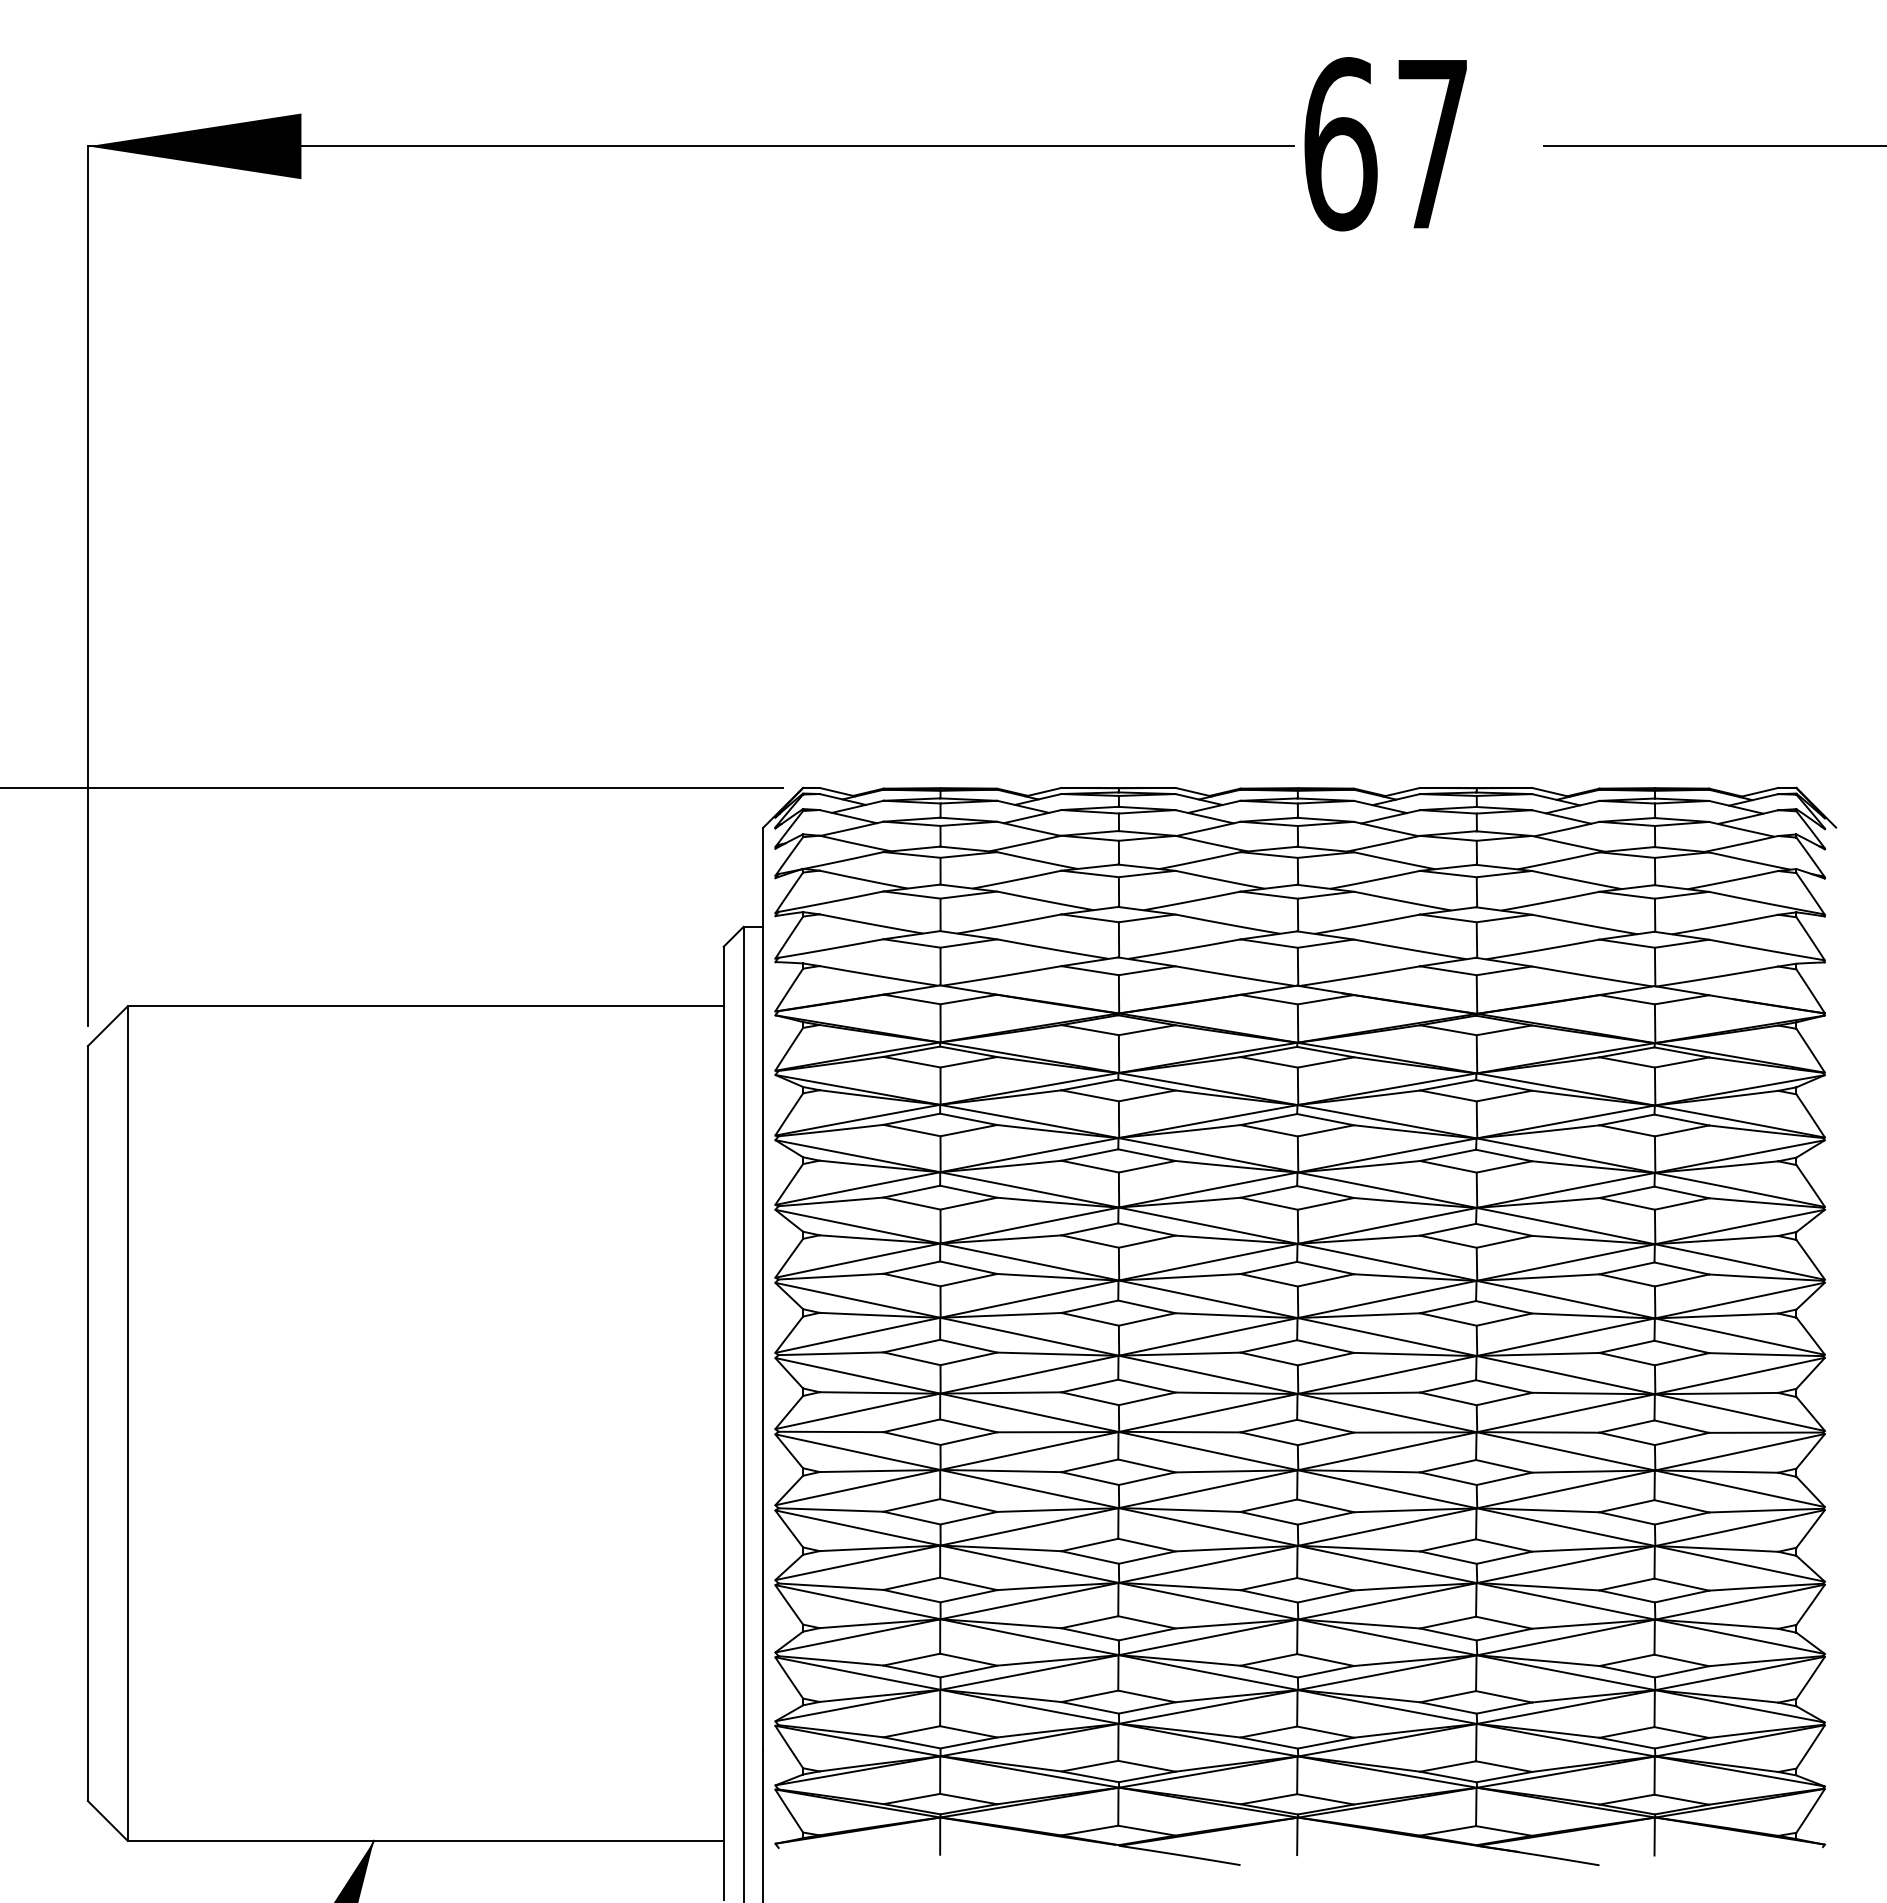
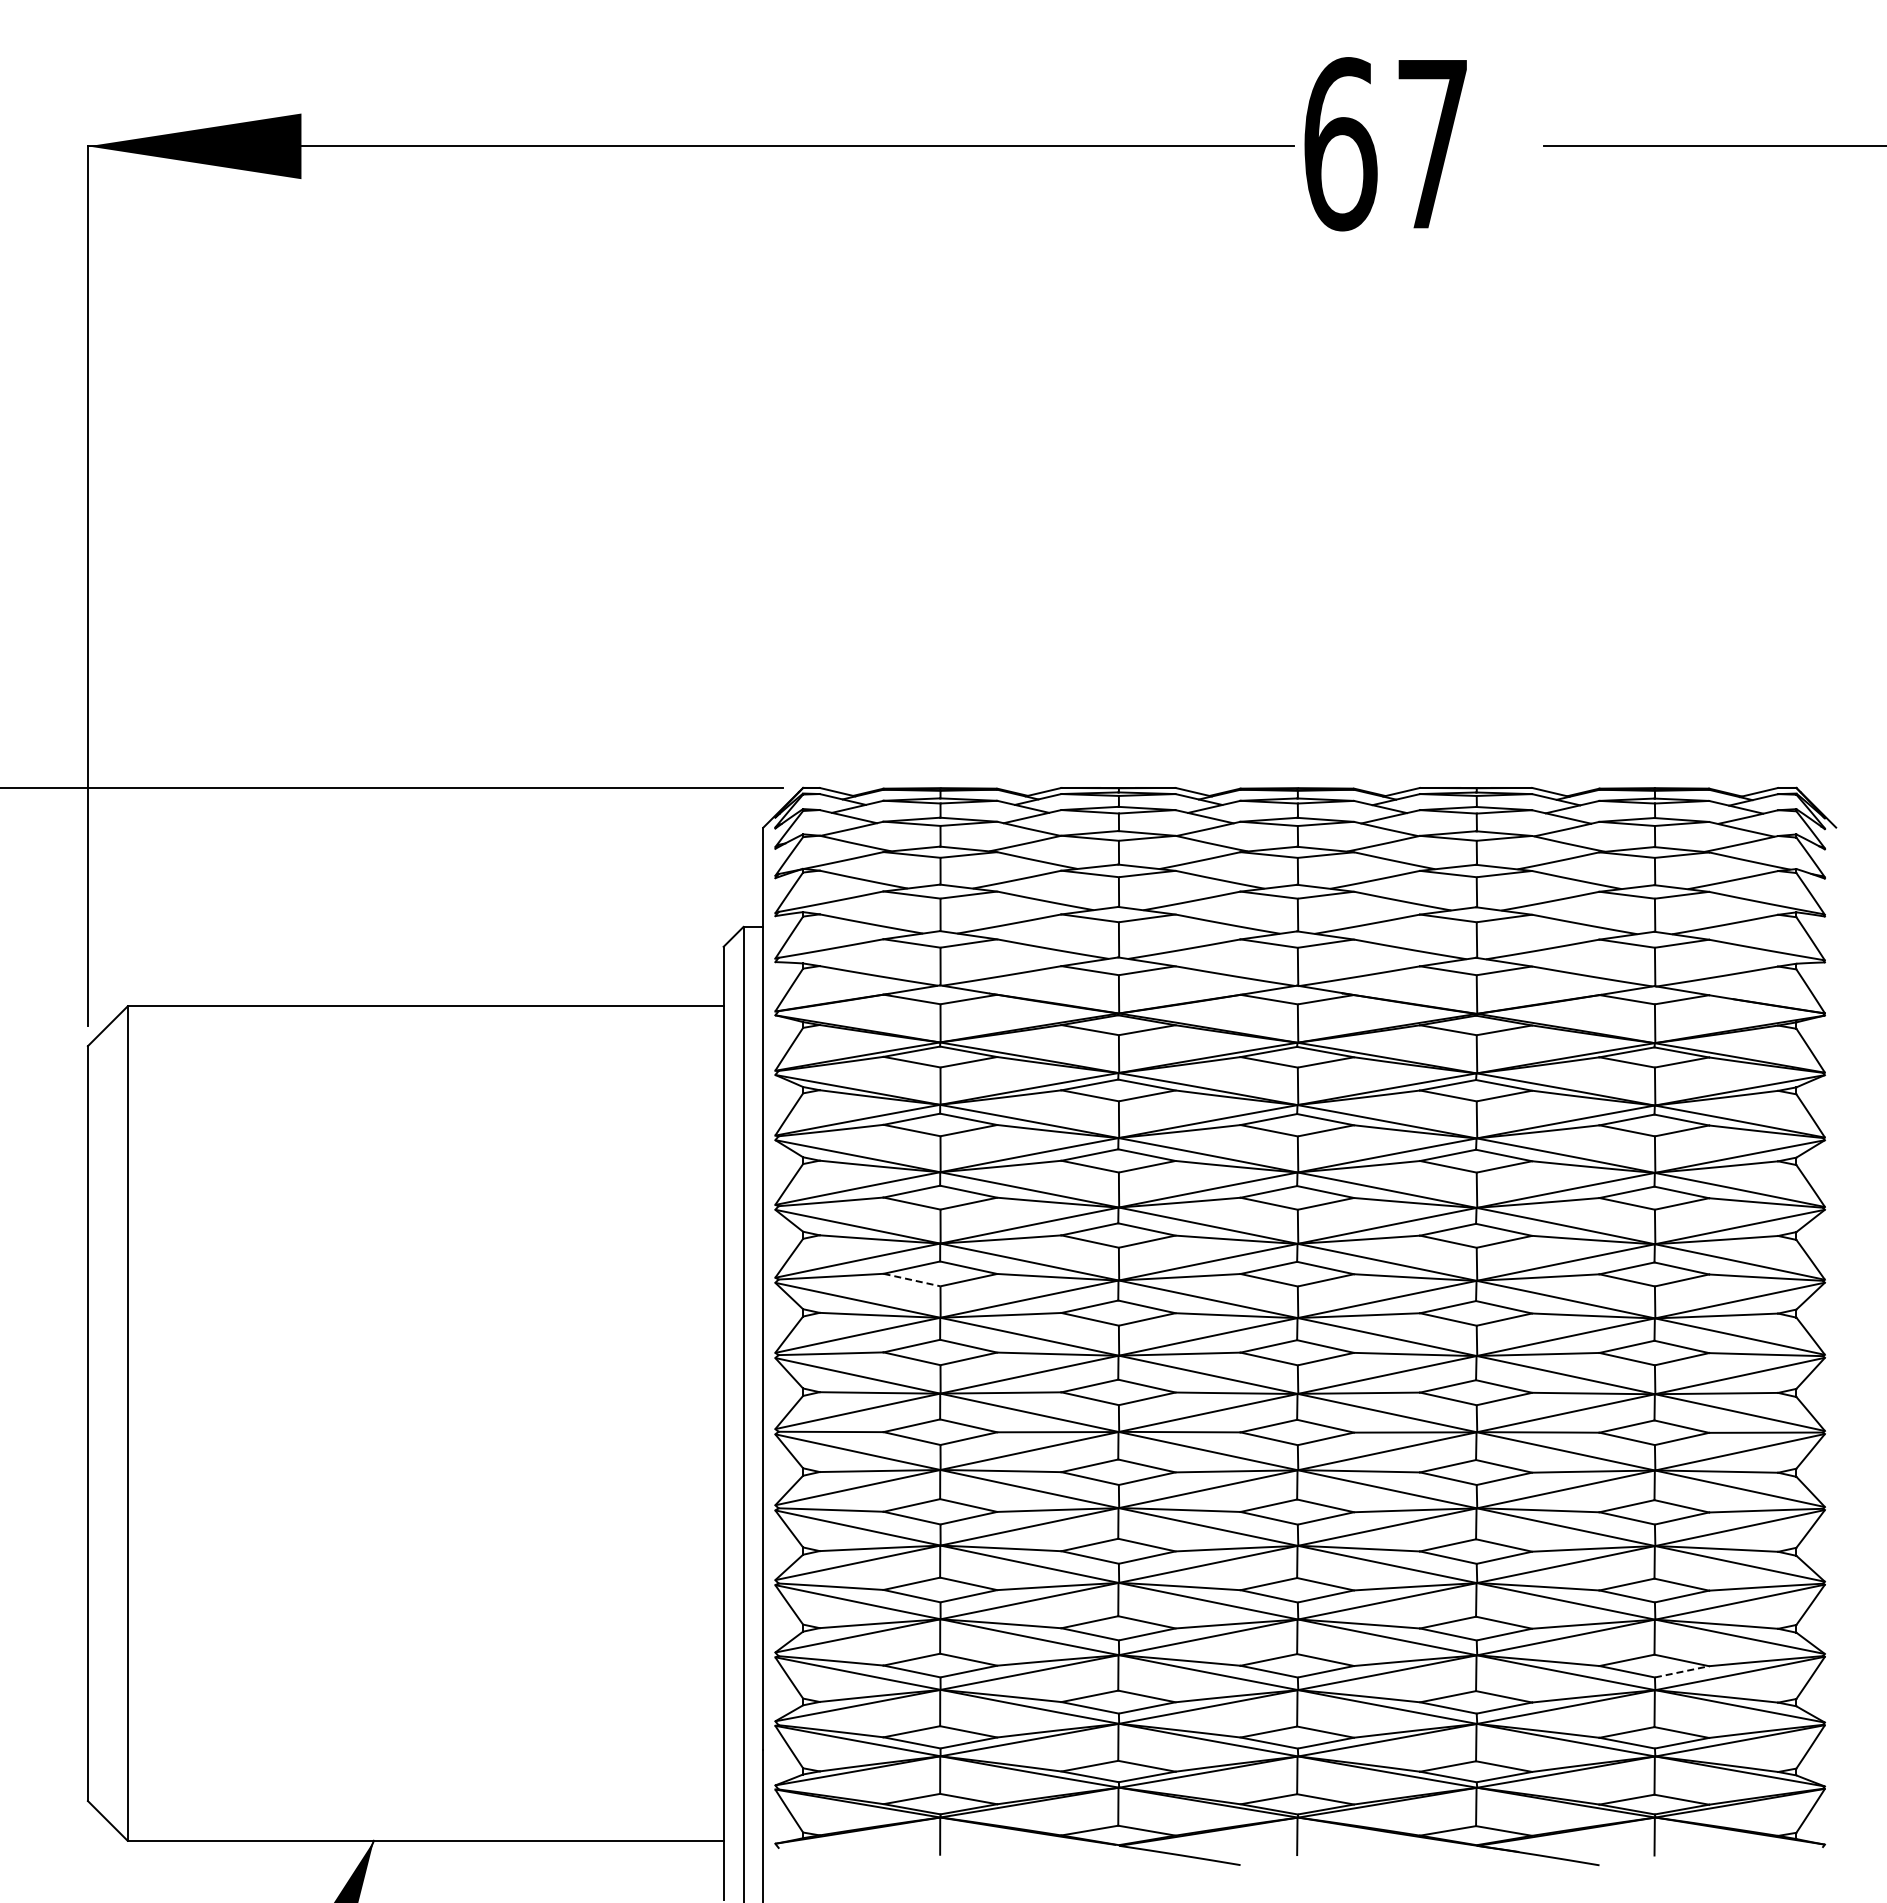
line at (912, 1280): solid -> dashed
line at (1682, 1671): solid -> dashed
